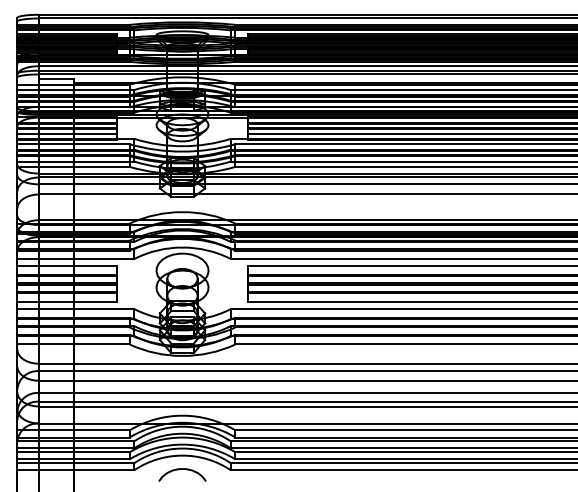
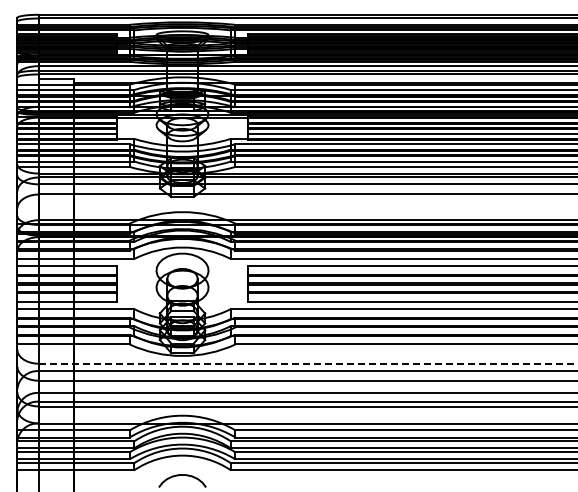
line at (308, 363): solid -> dashed
curve at (182, 469) position: (182, 469) -> (182, 475)
